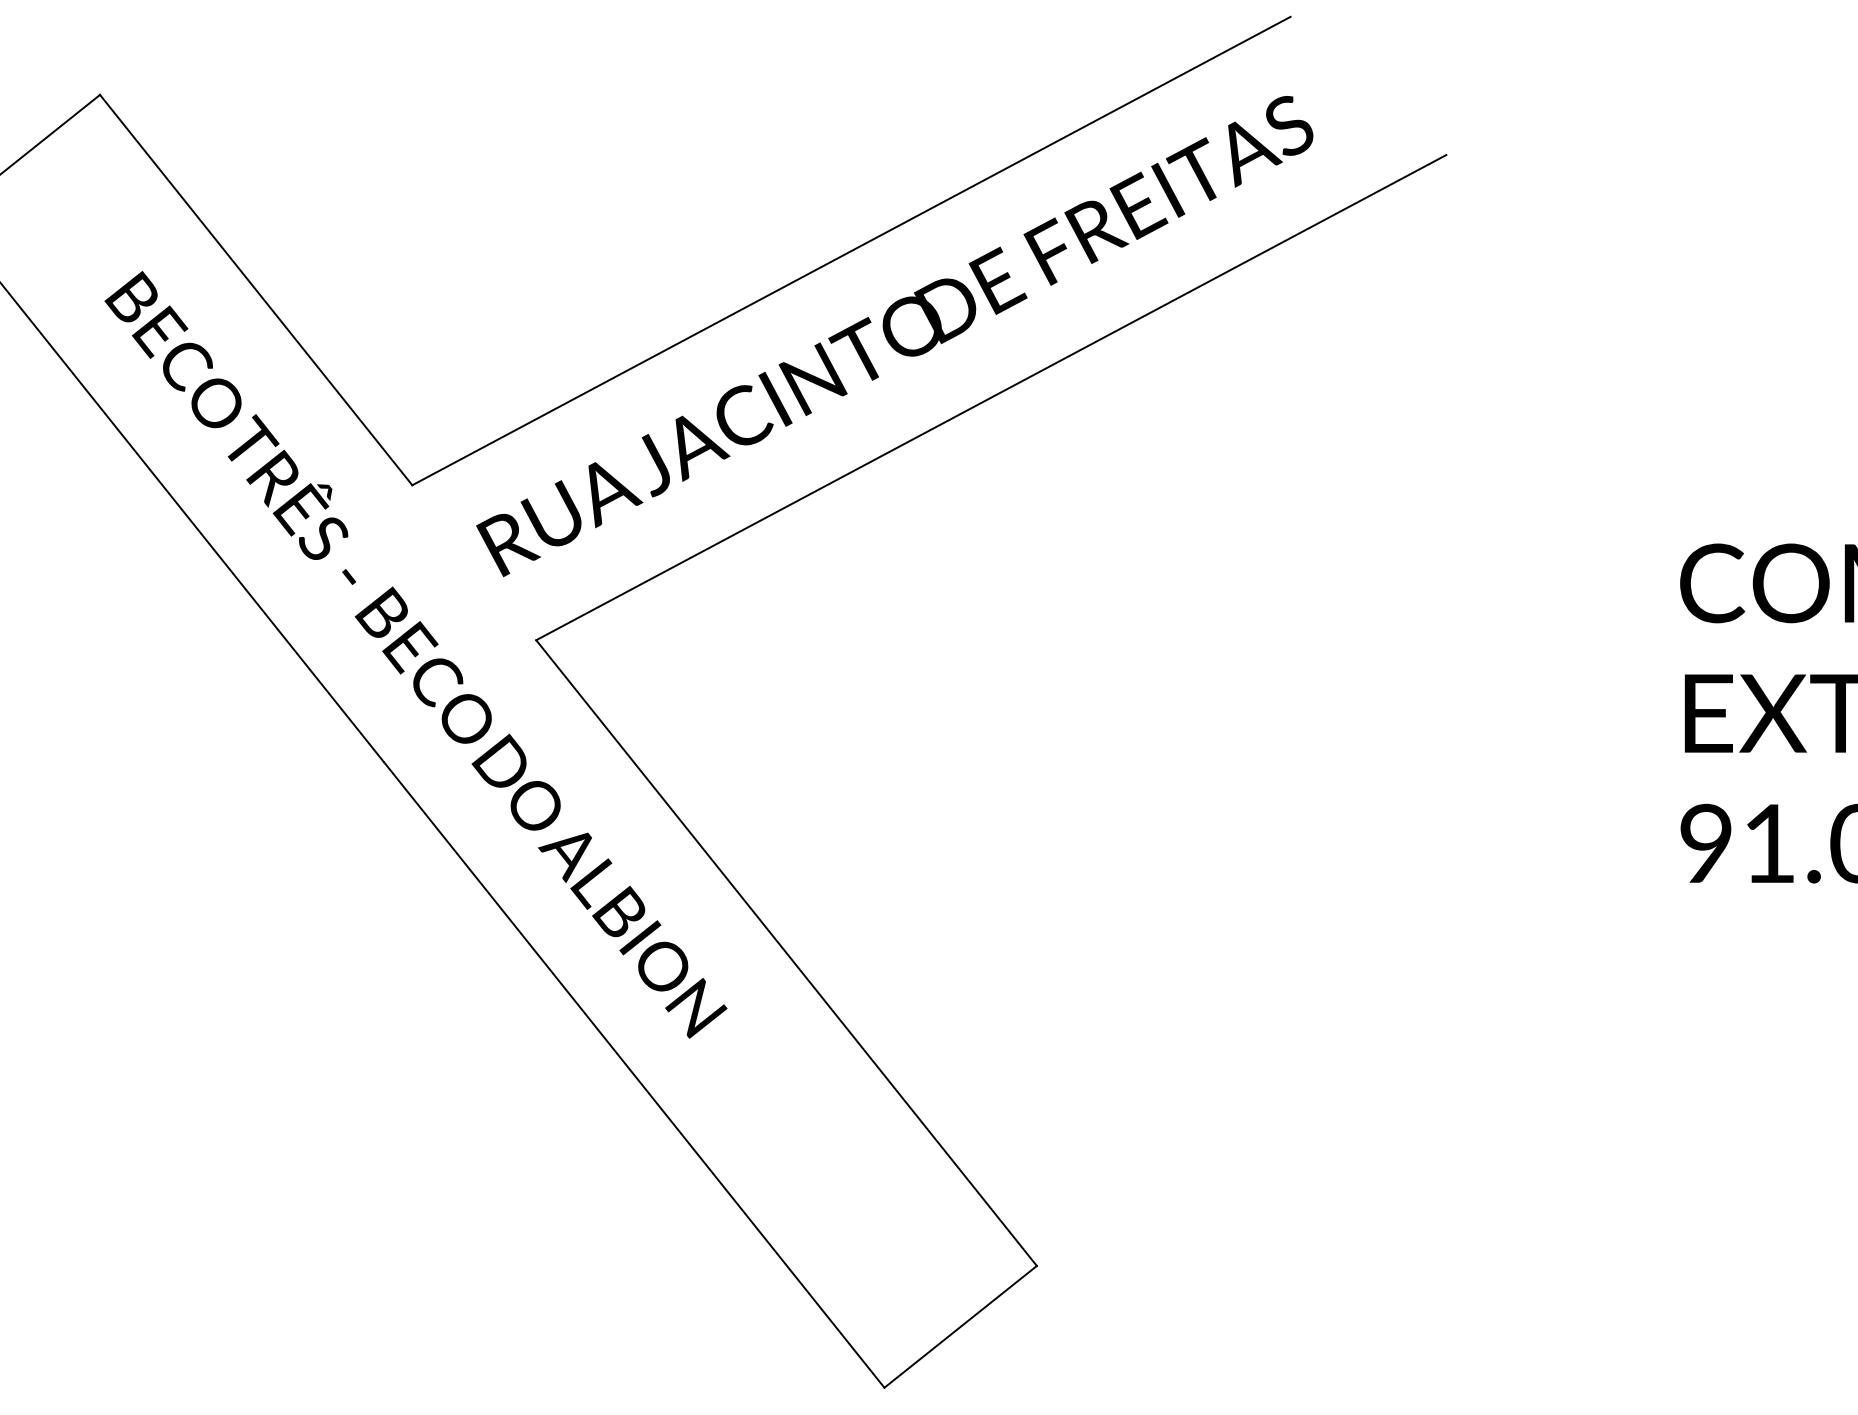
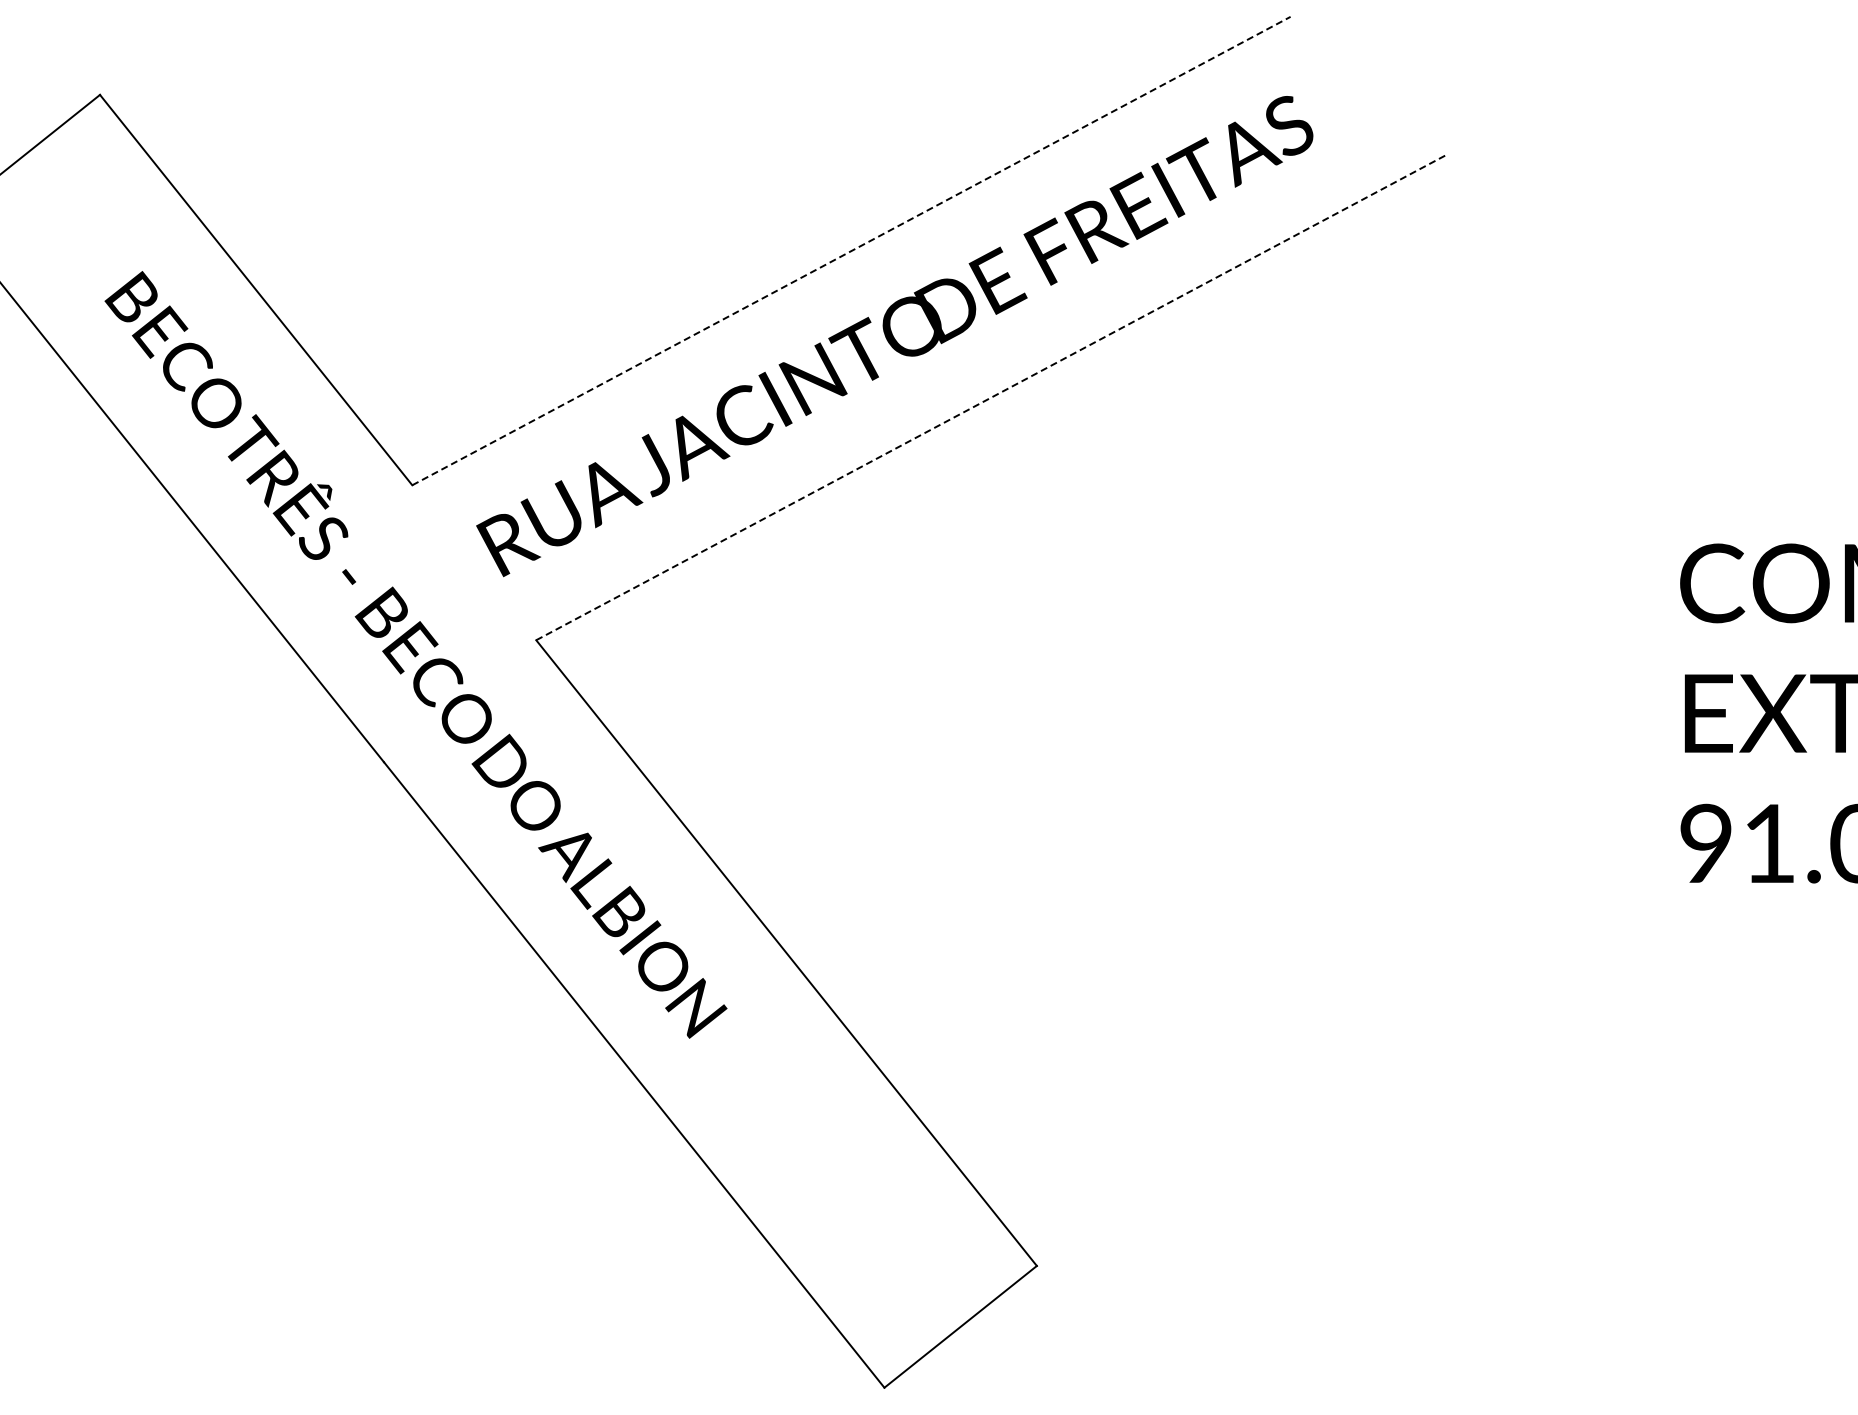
line at (851, 251): solid -> dashed
line at (991, 397): solid -> dashed
